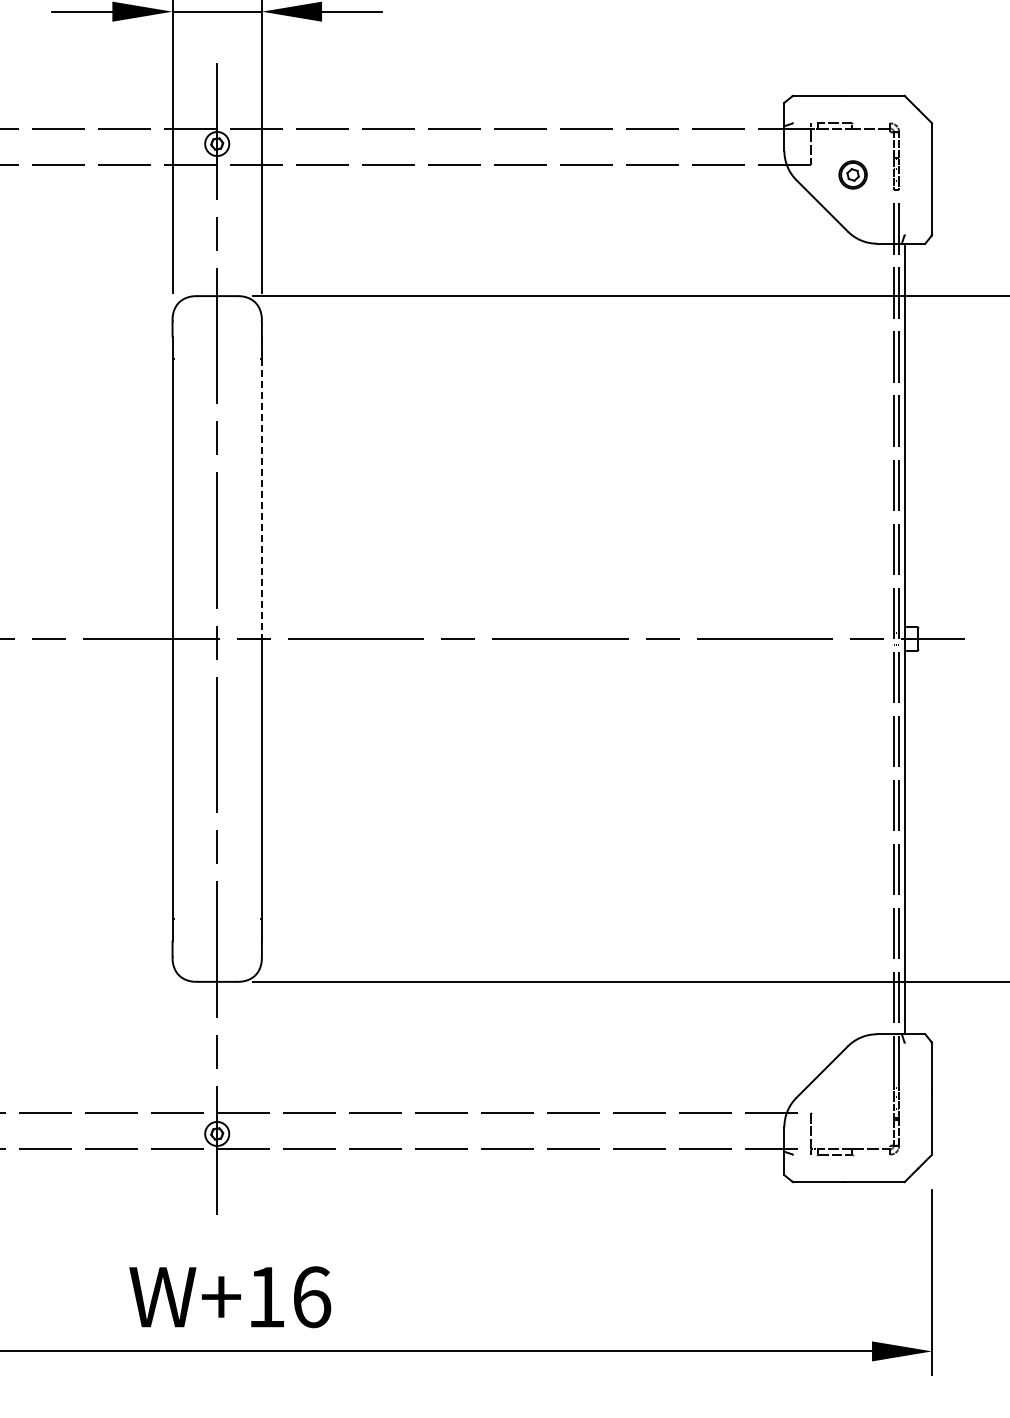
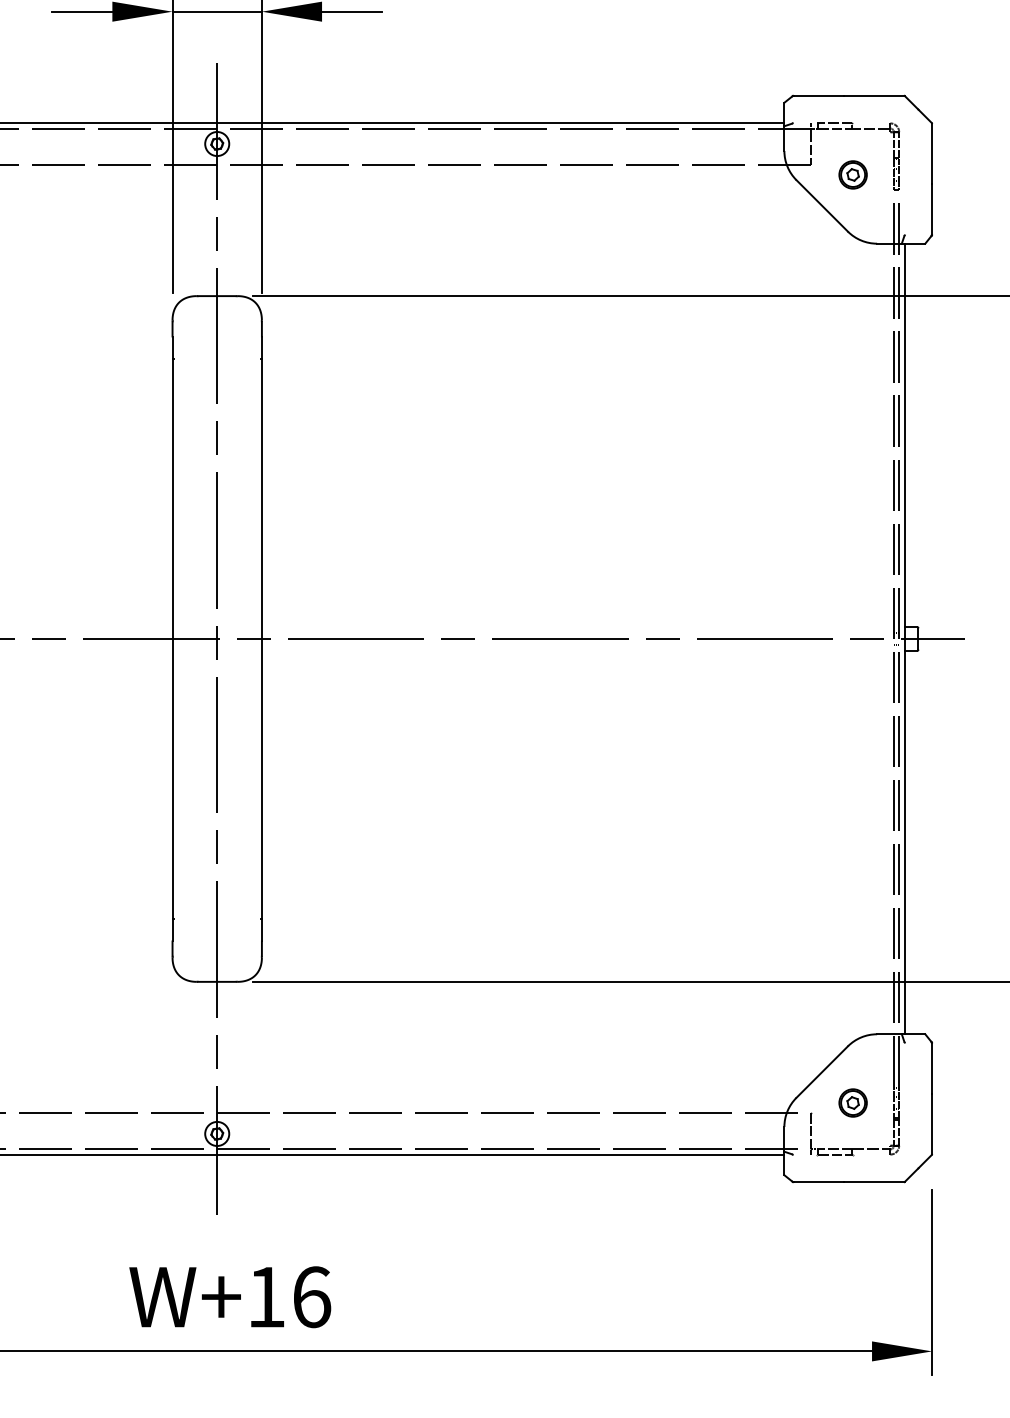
line at (393, 123): none -> present
line at (261, 499): dashed -> solid
part at (852, 1102): none -> present
line at (393, 1154): none -> present
